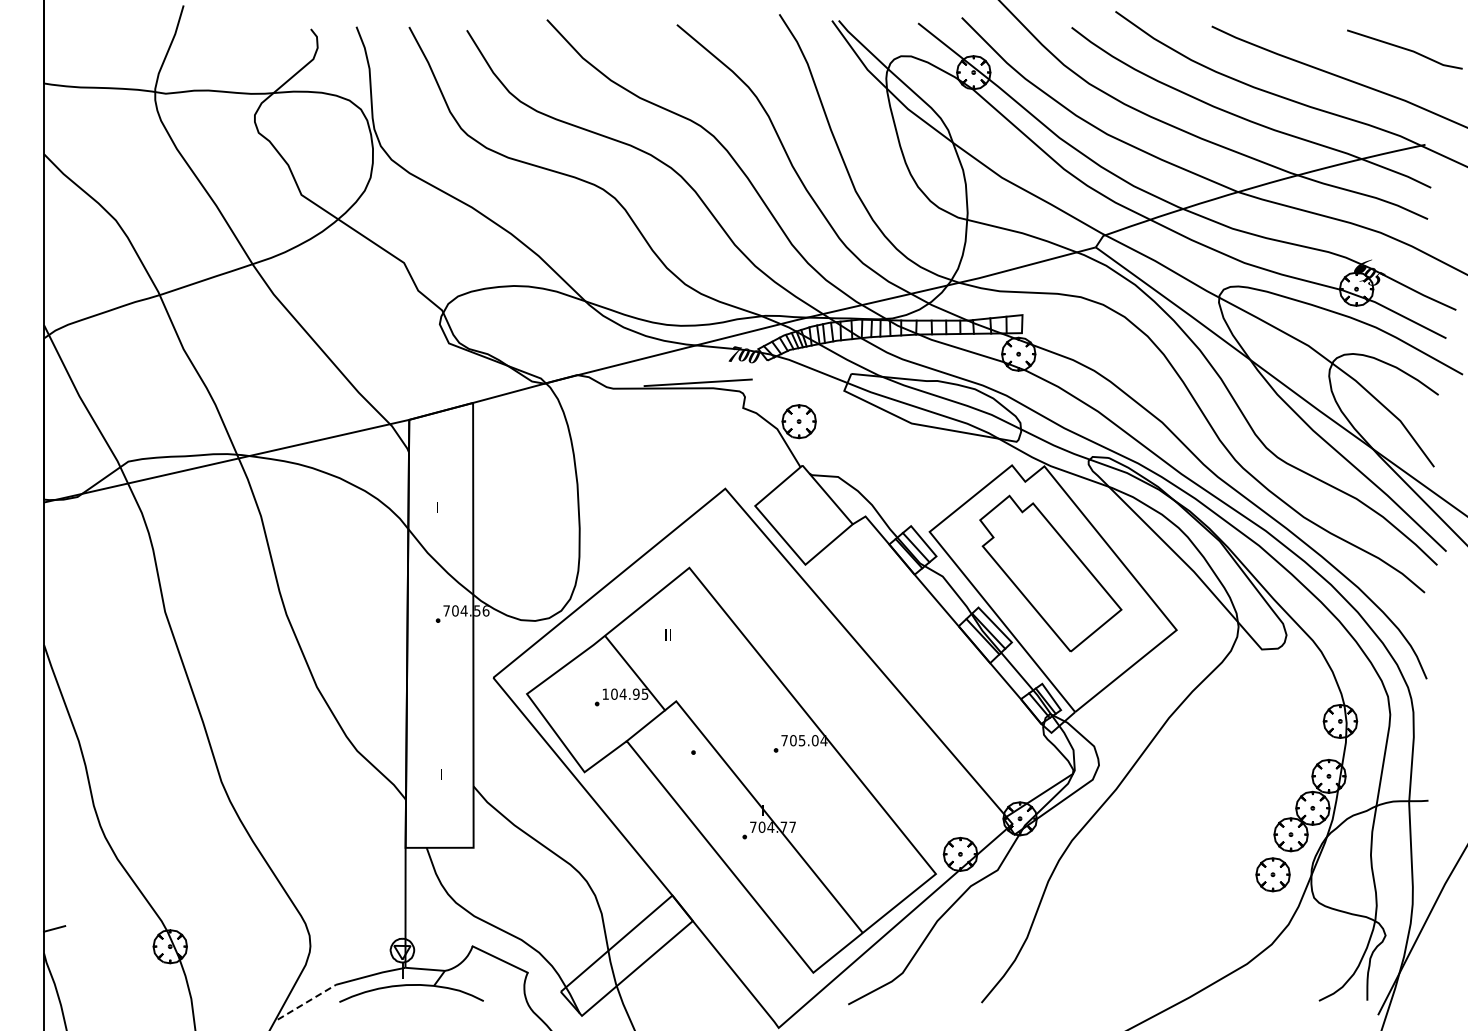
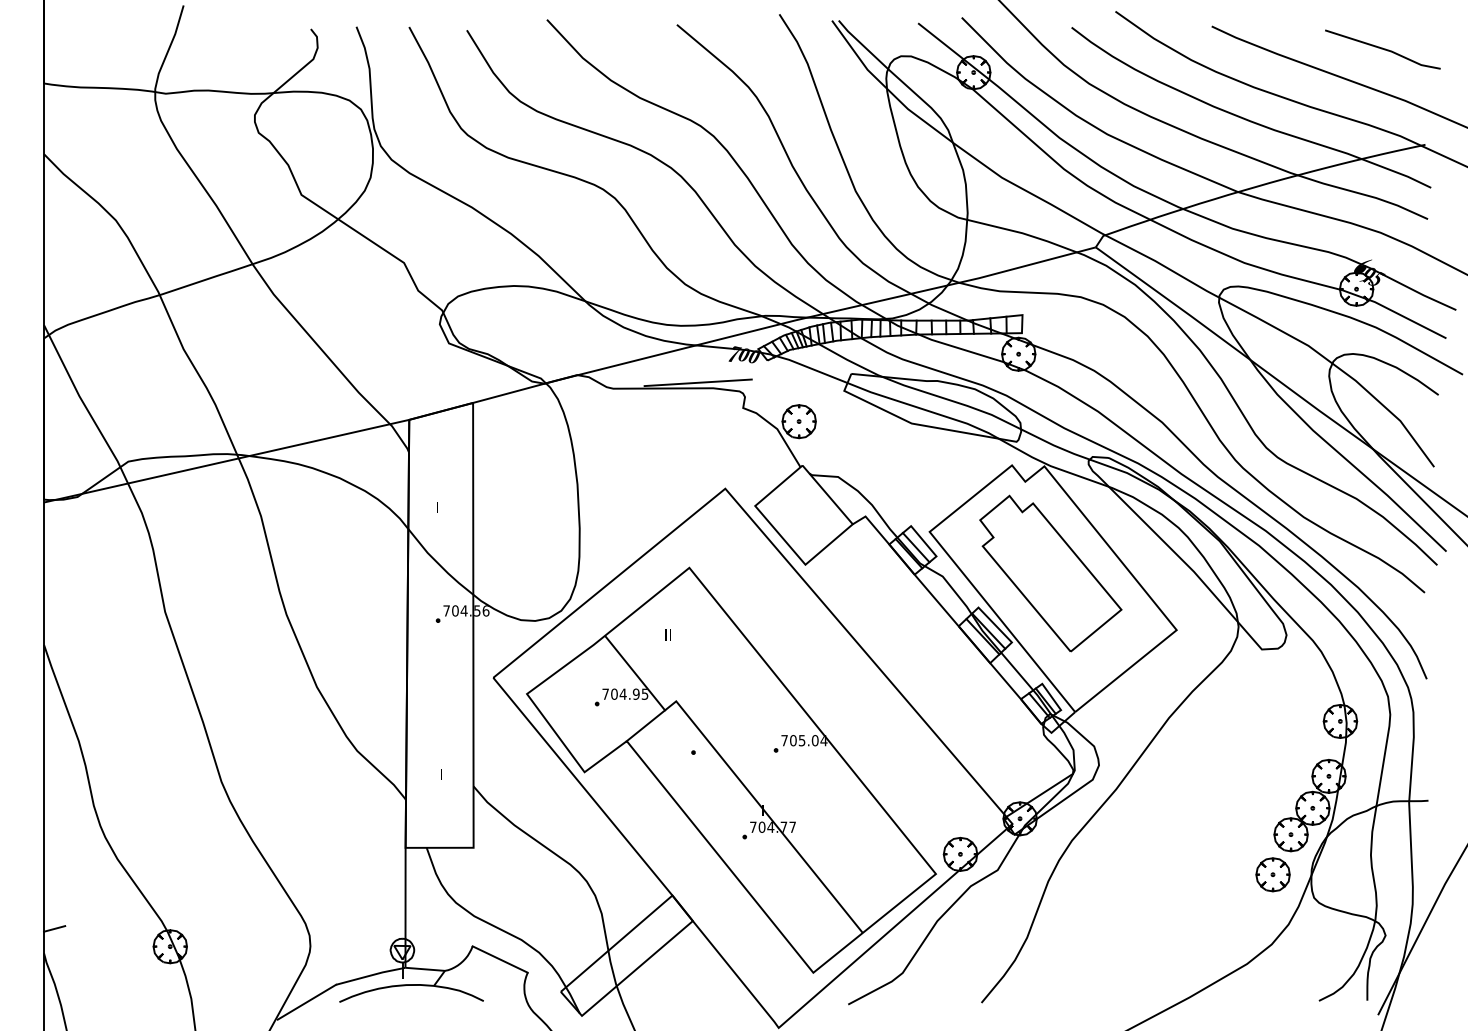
line at (1404, 49) position: (1404, 49) -> (1382, 49)
text at (605, 693): 104.95 -> 704.95
line at (306, 1002): dashed -> solid
